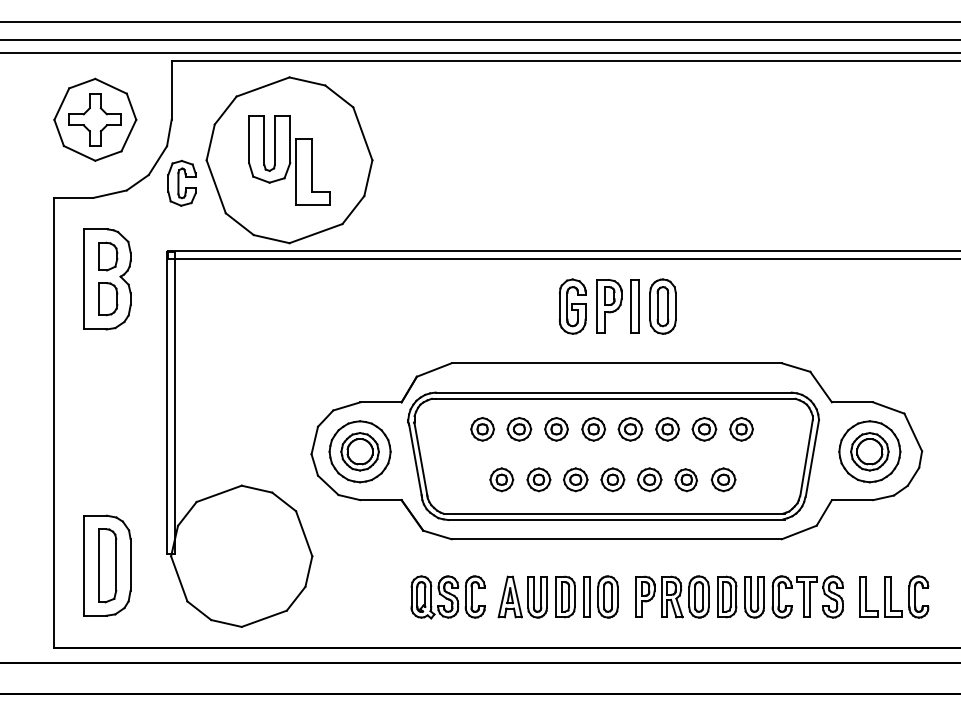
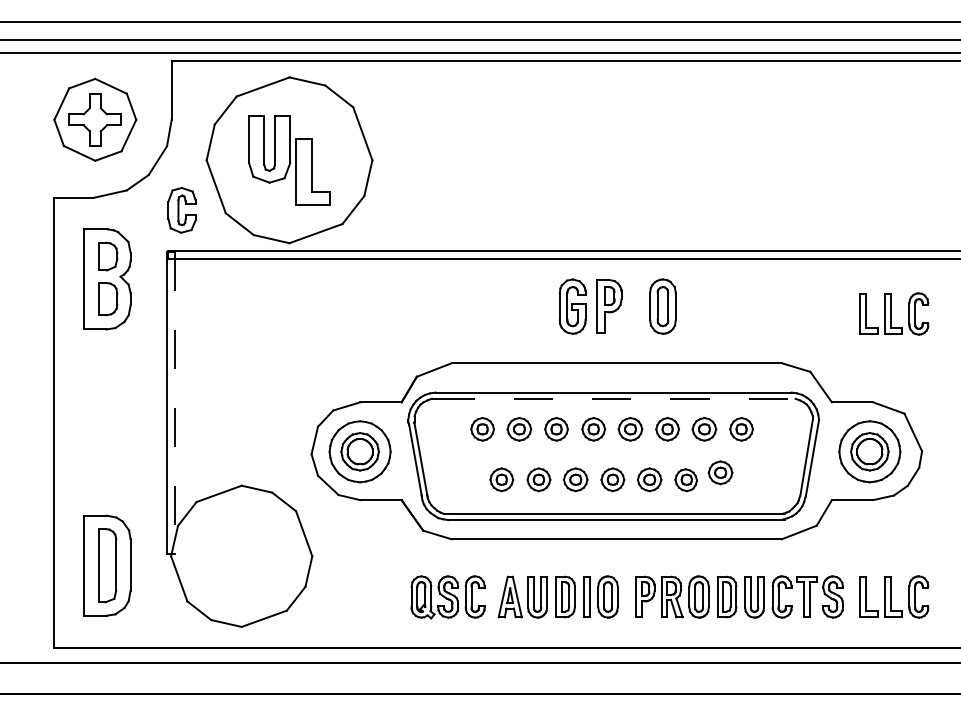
part at (181, 182) position: (181, 182) -> (181, 209)
part at (634, 306): present -> none
part at (894, 313): none -> present
line at (615, 398): solid -> dashed
line at (175, 403): solid -> dashed
part at (723, 479) position: (723, 479) -> (720, 472)
